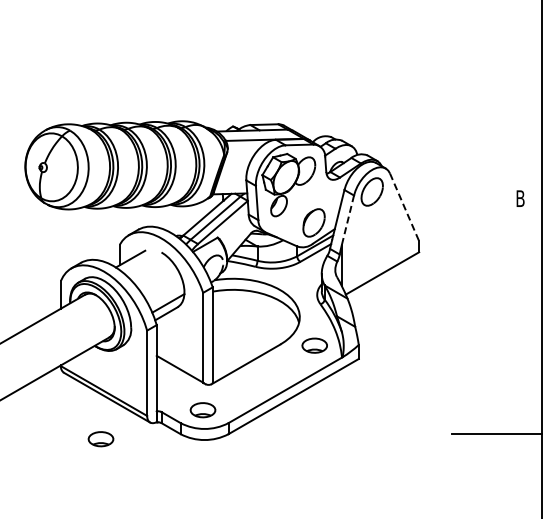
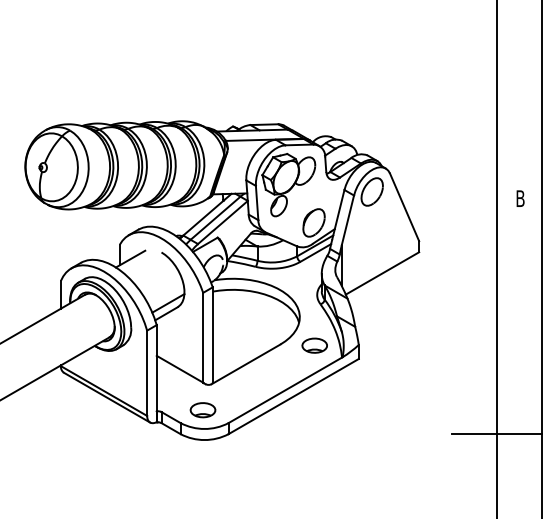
line at (404, 207): dashed -> solid
line at (348, 219): dashed -> solid
line at (497, 258): none -> present
part at (100, 439): present -> none
